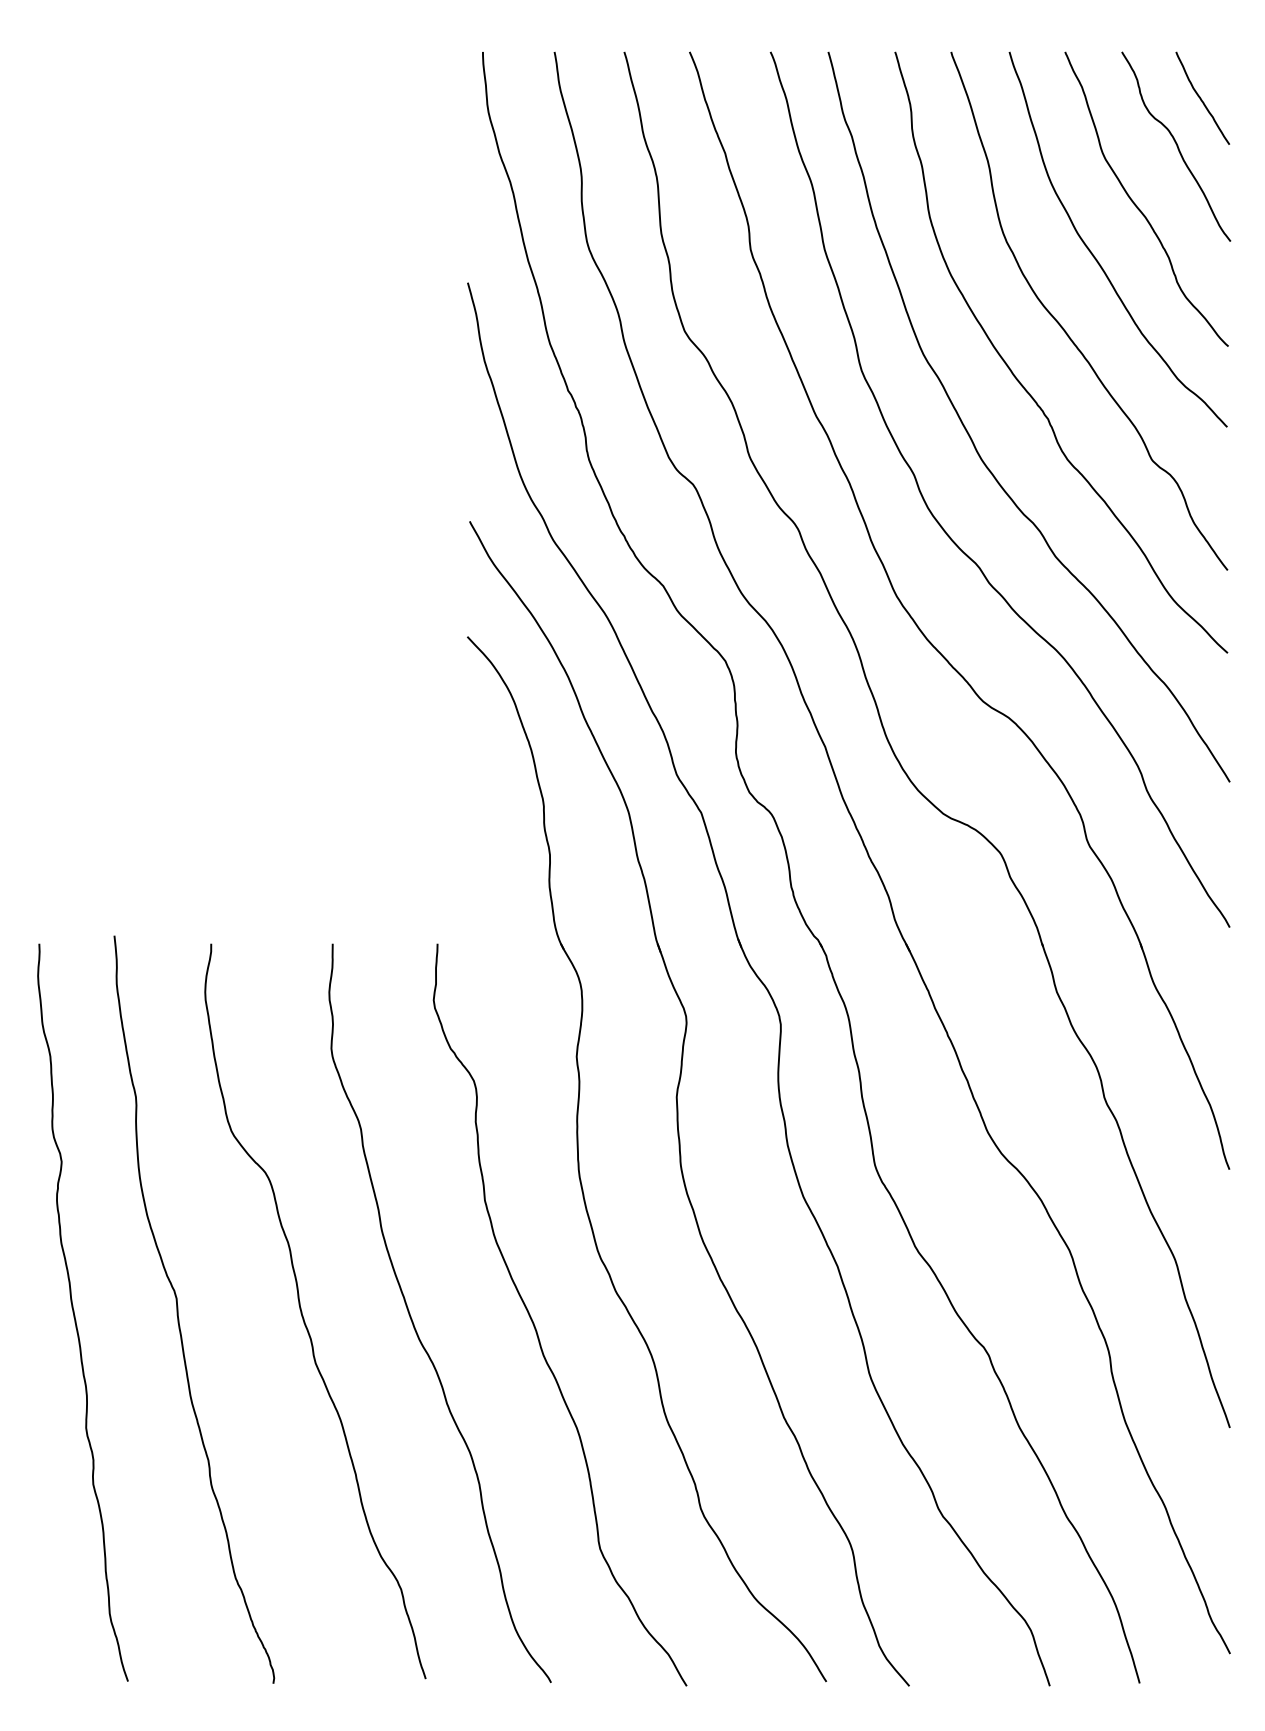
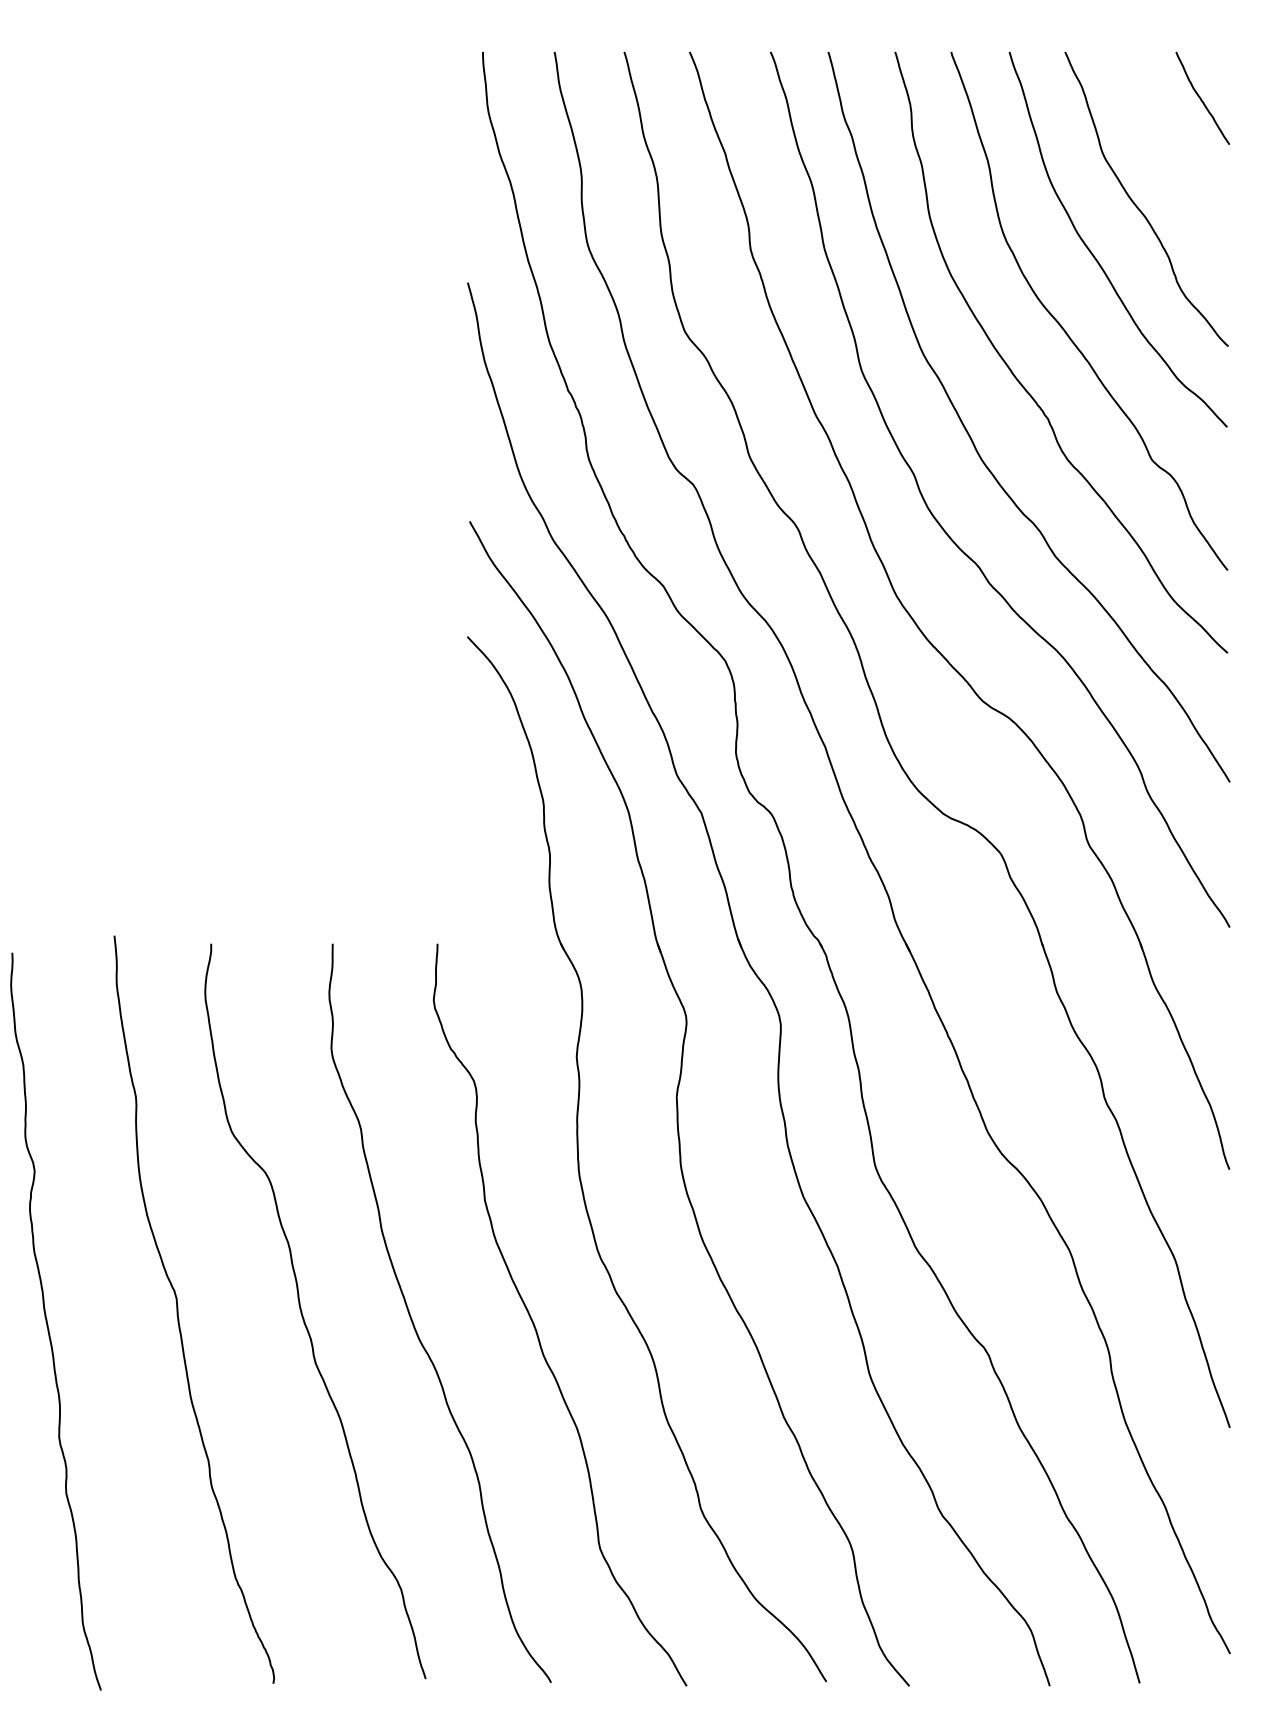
curve at (1176, 146): present -> none
curve at (75, 1315) position: (75, 1315) -> (48, 1324)
